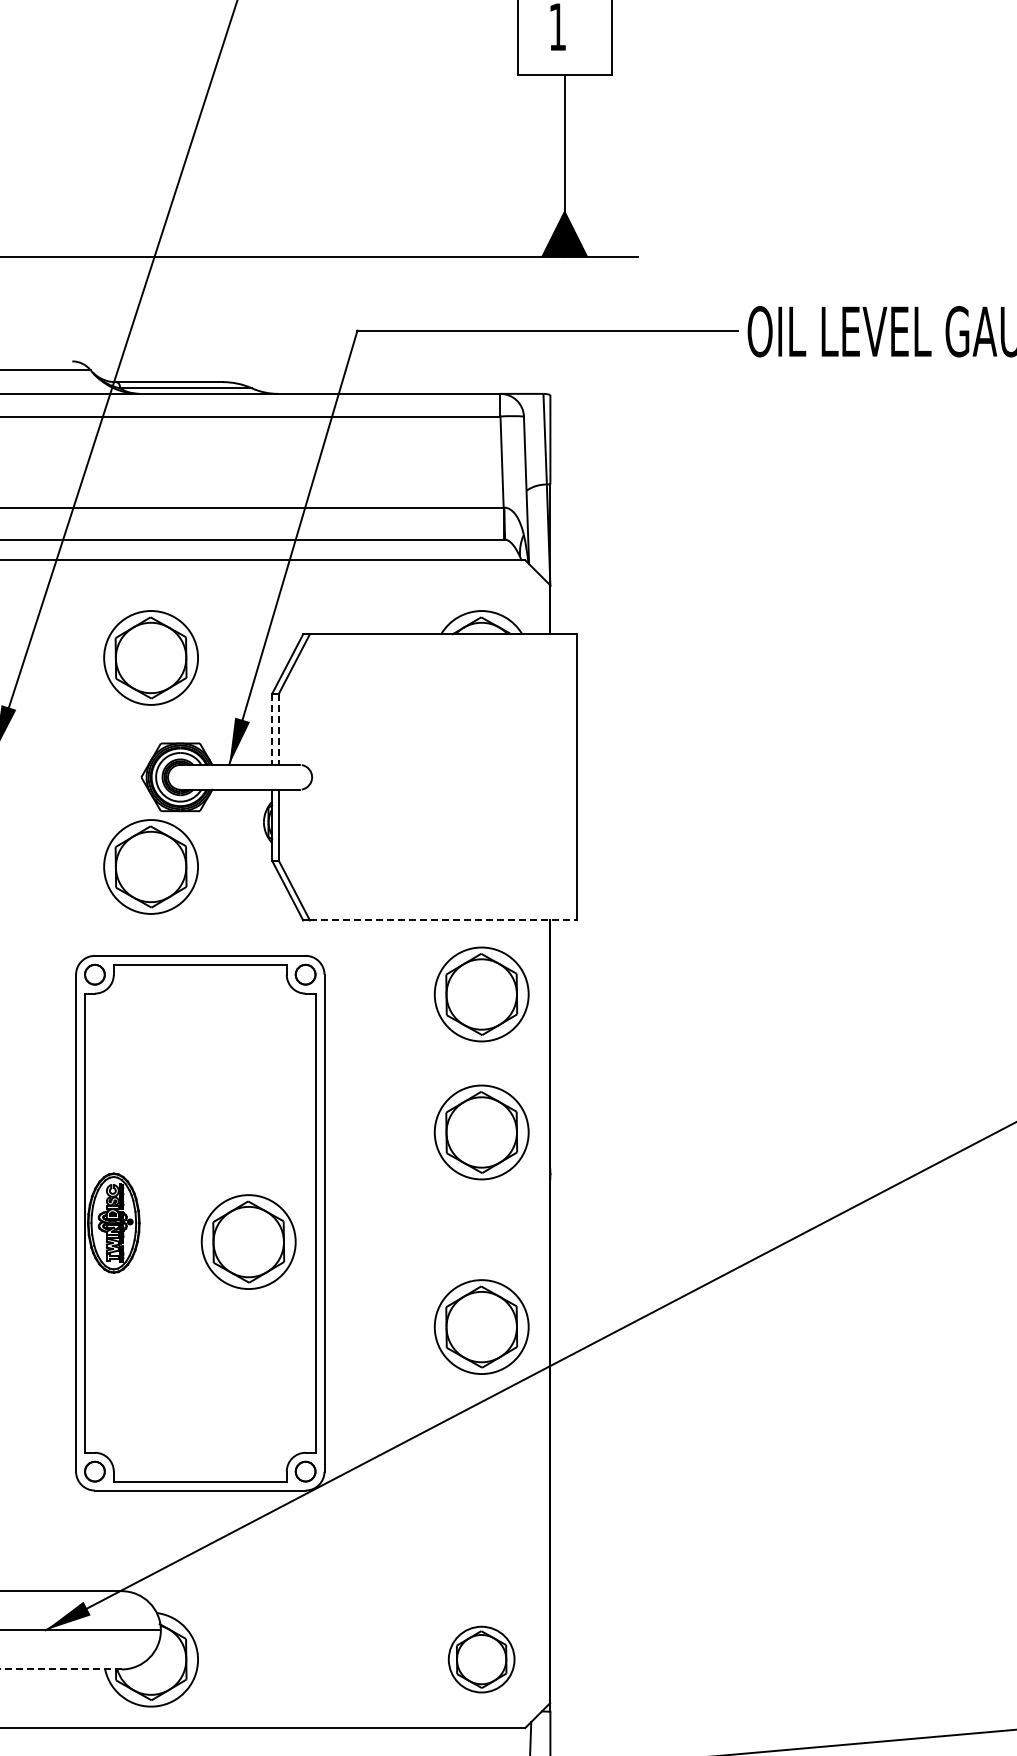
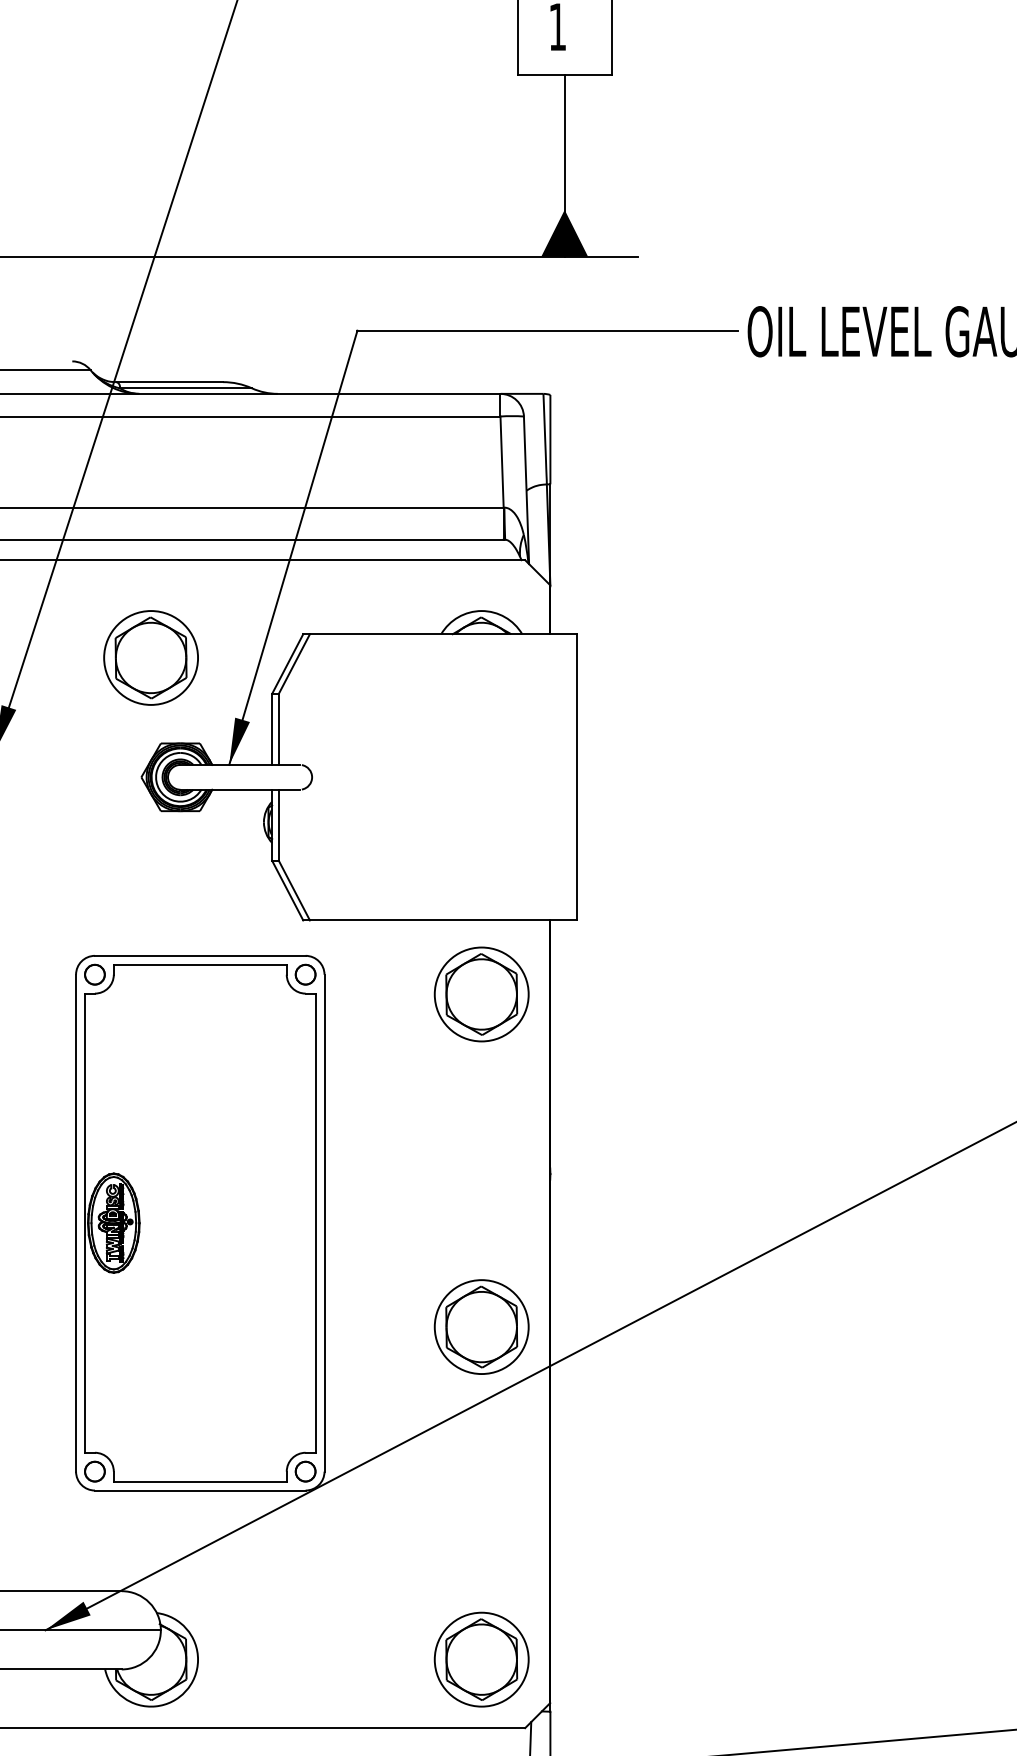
line at (272, 729): dashed -> solid
line at (278, 729): dashed -> solid
part at (150, 866): present -> none
line at (443, 920): dashed -> solid
part at (481, 1132): present -> none
part at (248, 1241): present -> none
part at (481, 1659) size: 69x69 px -> 97x97 px
line at (60, 1669): dashed -> solid
